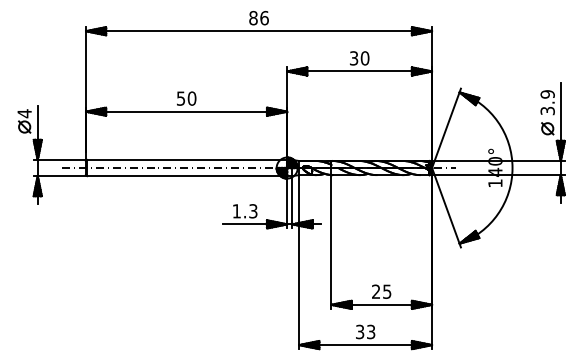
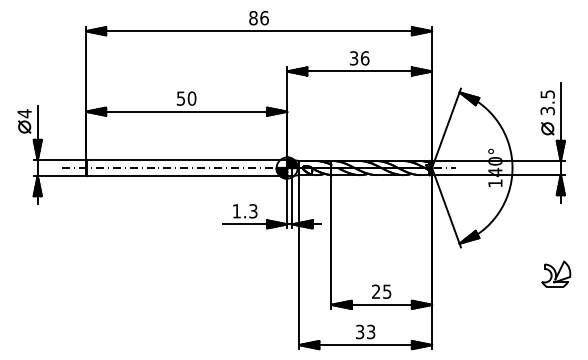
text at (365, 58): 30 -> 36
text at (547, 94): 3.9 -> 3.5
part at (556, 273): none -> present
